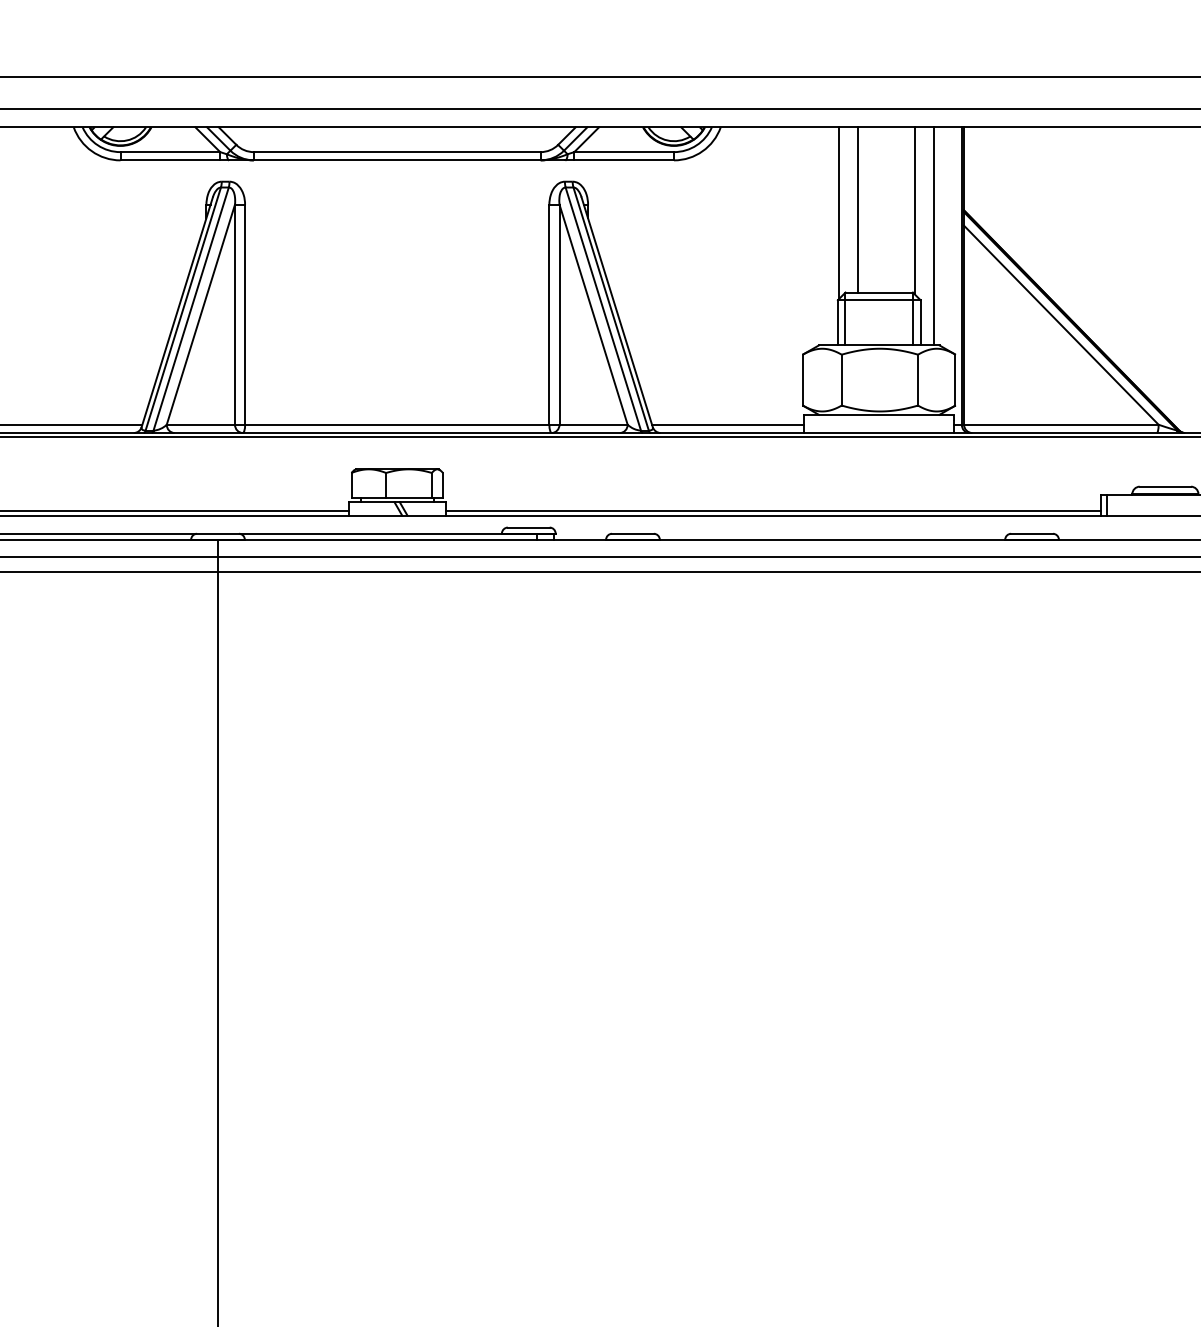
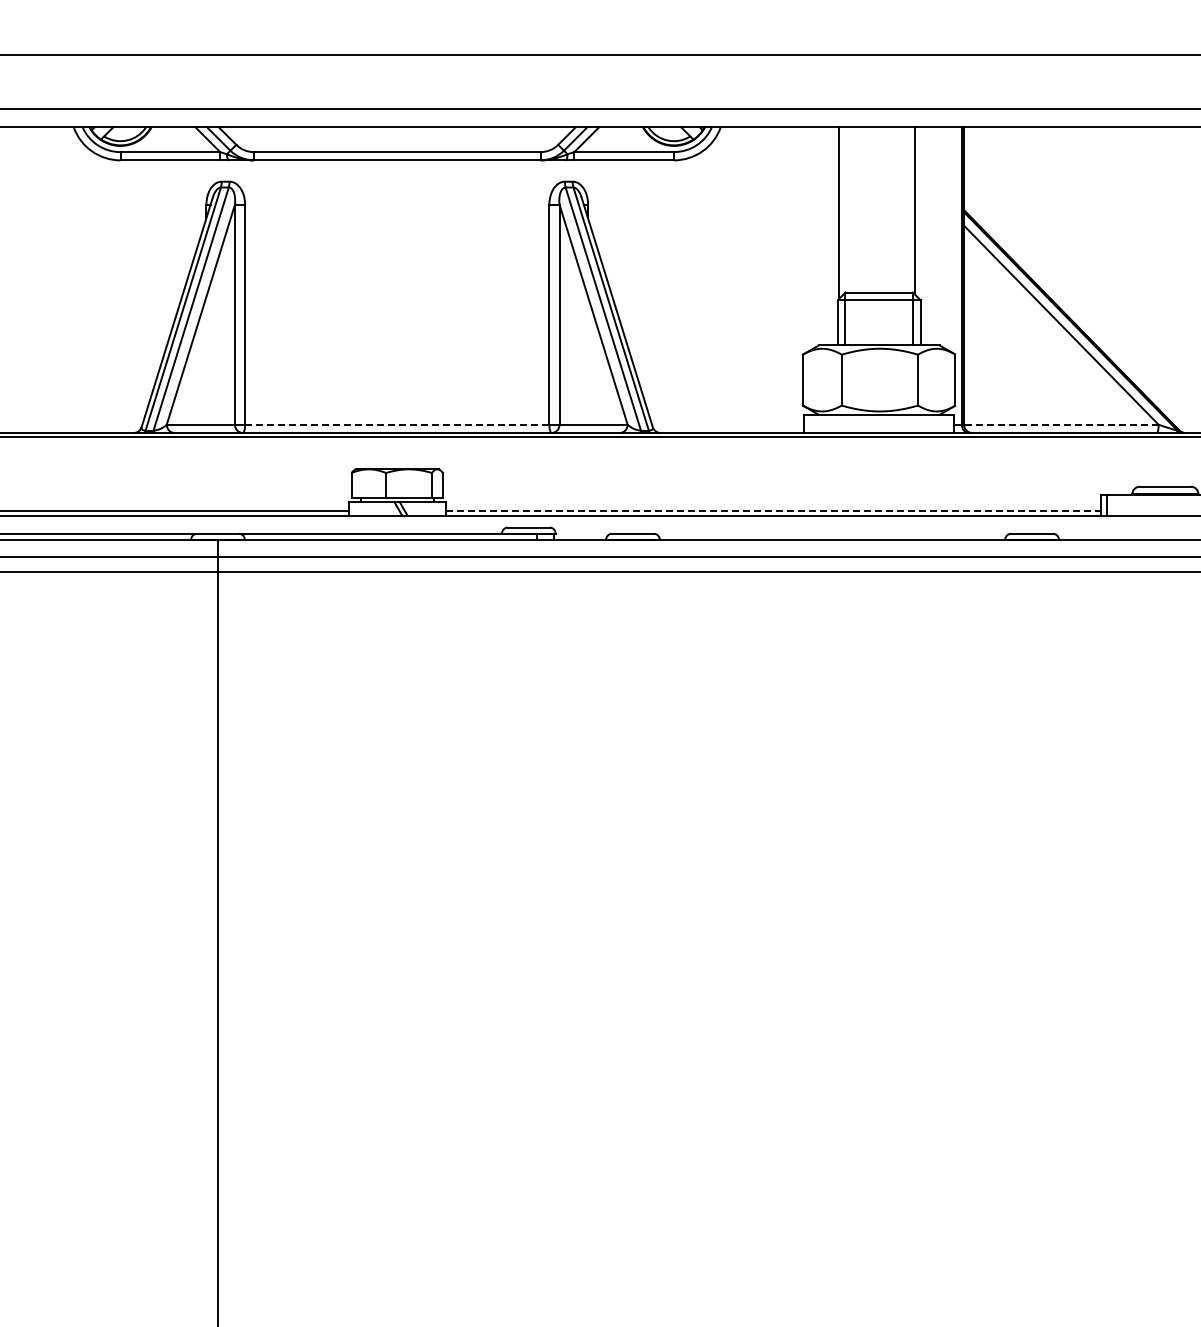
line at (599, 76) position: (599, 76) -> (599, 54)
line at (857, 209): present -> none
line at (934, 236): present -> none
line at (72, 424): present -> none
line at (397, 424): solid -> dashed
line at (728, 424): present -> none
line at (1060, 424): solid -> dashed
line at (773, 511): solid -> dashed
